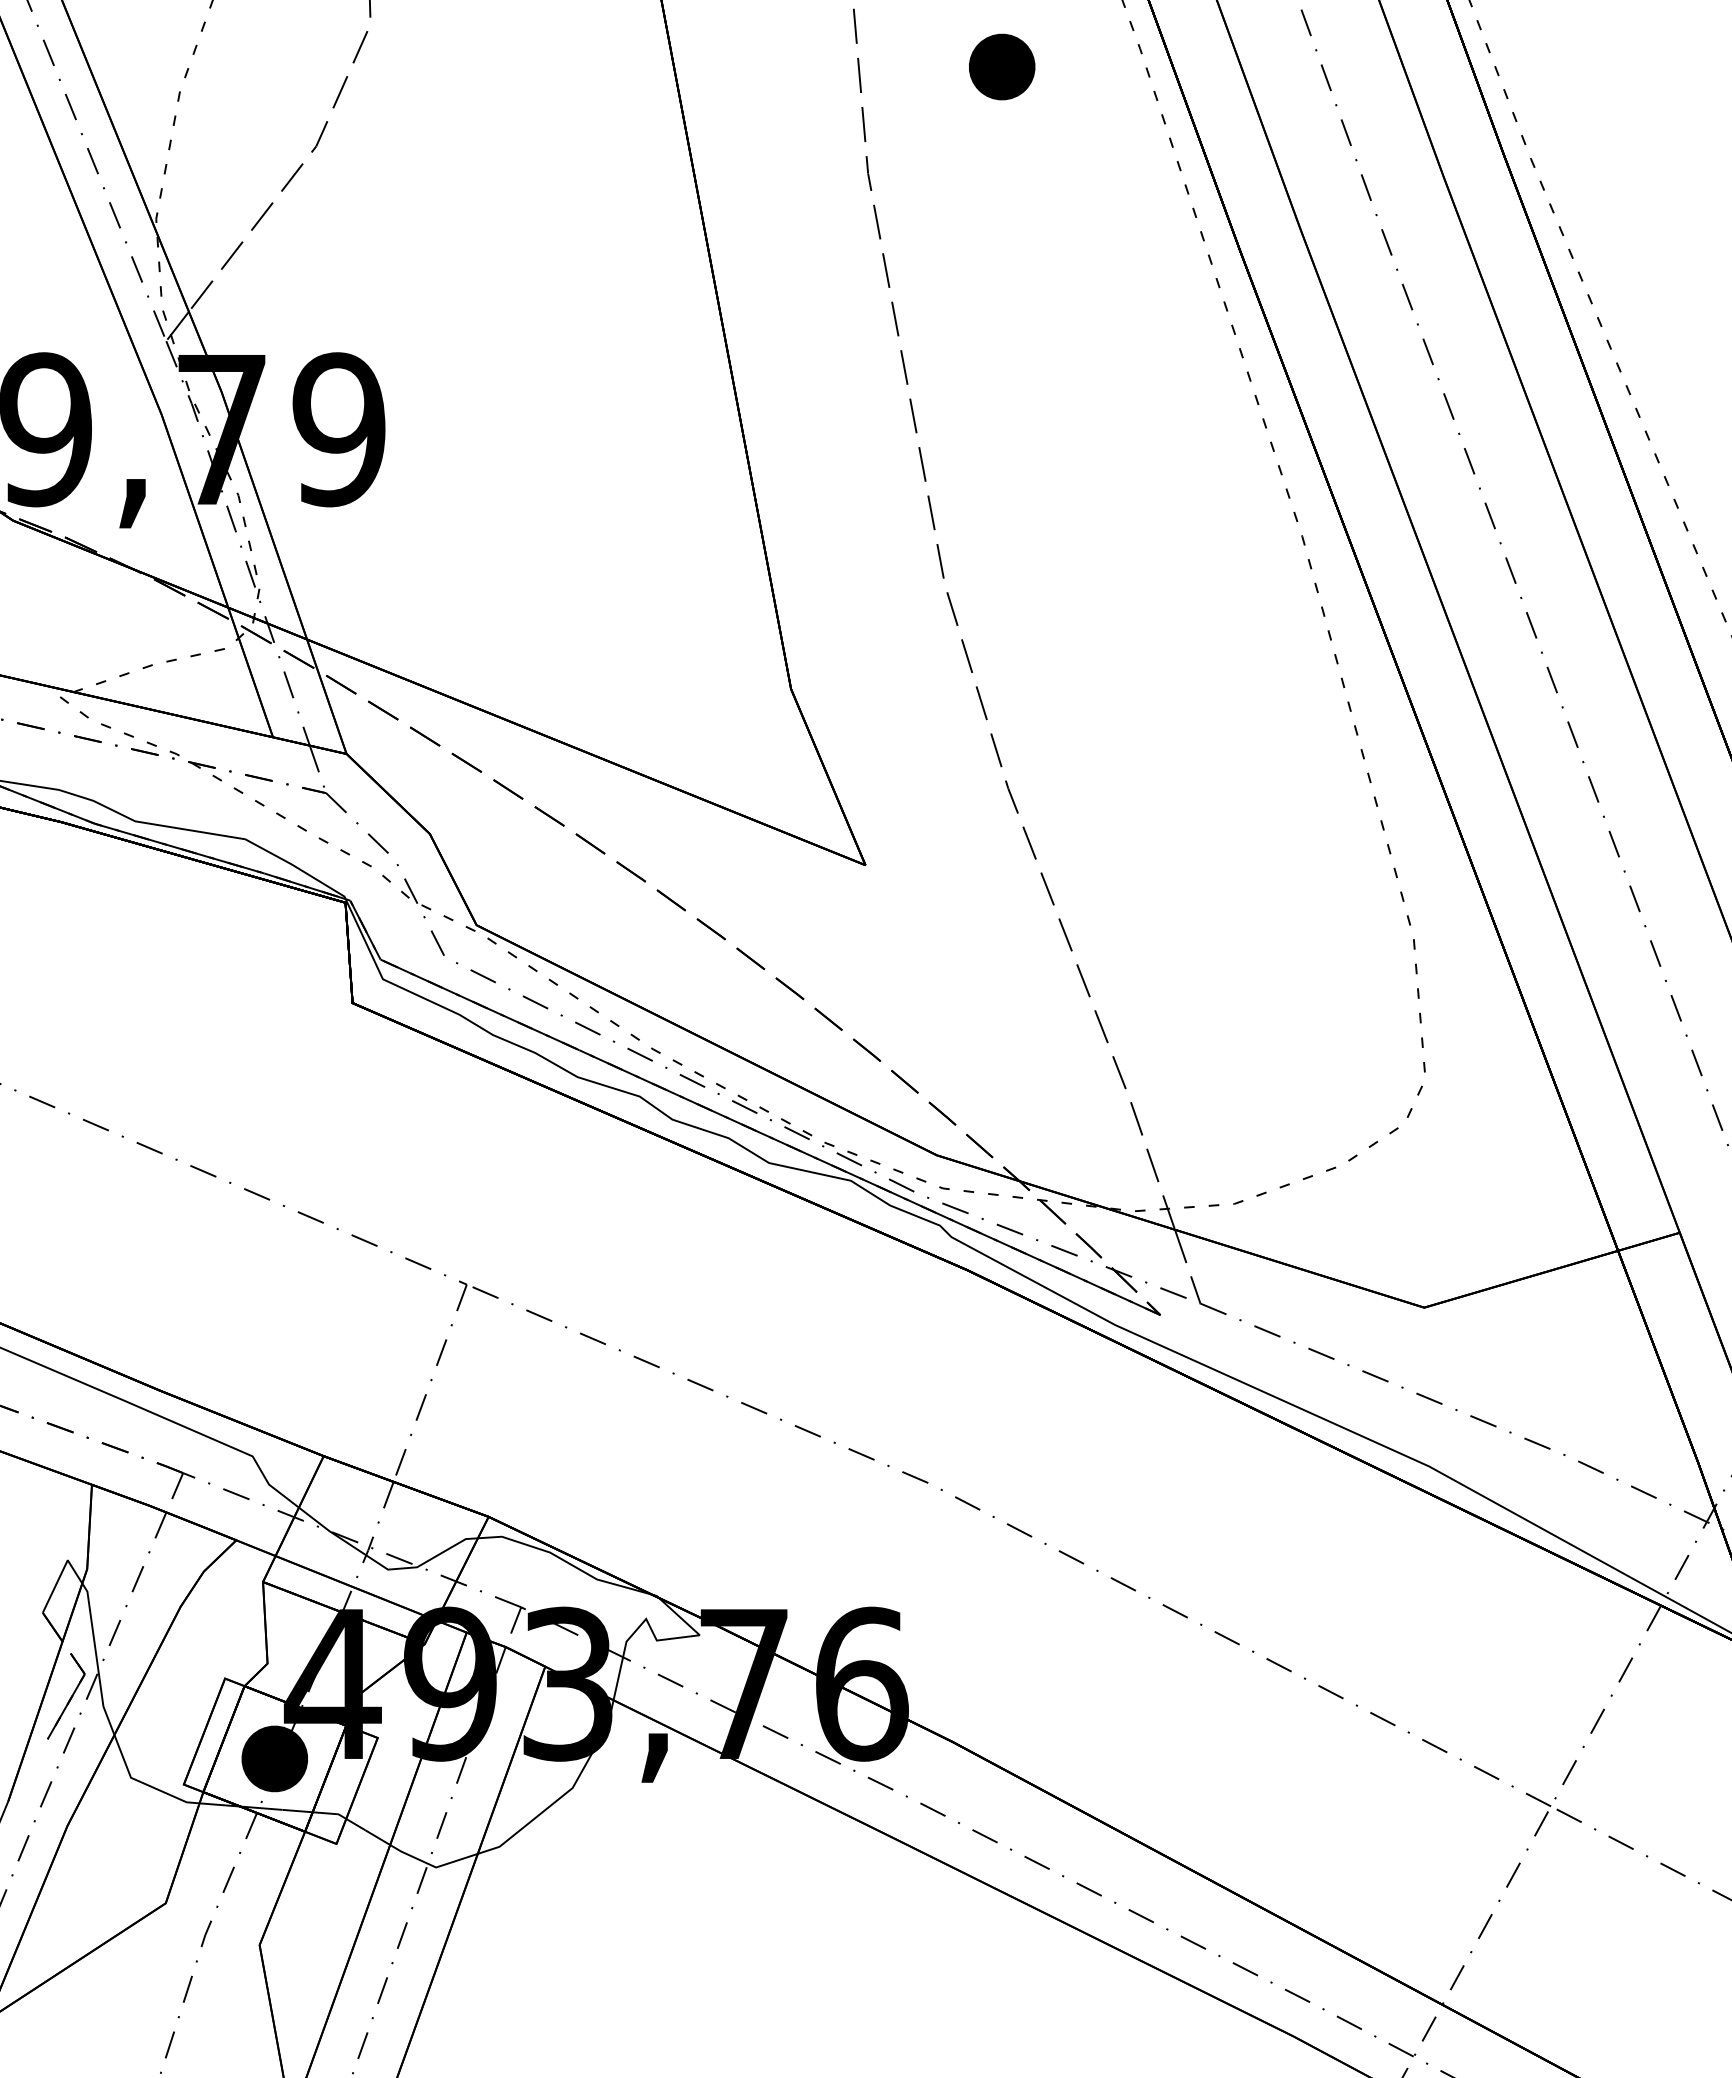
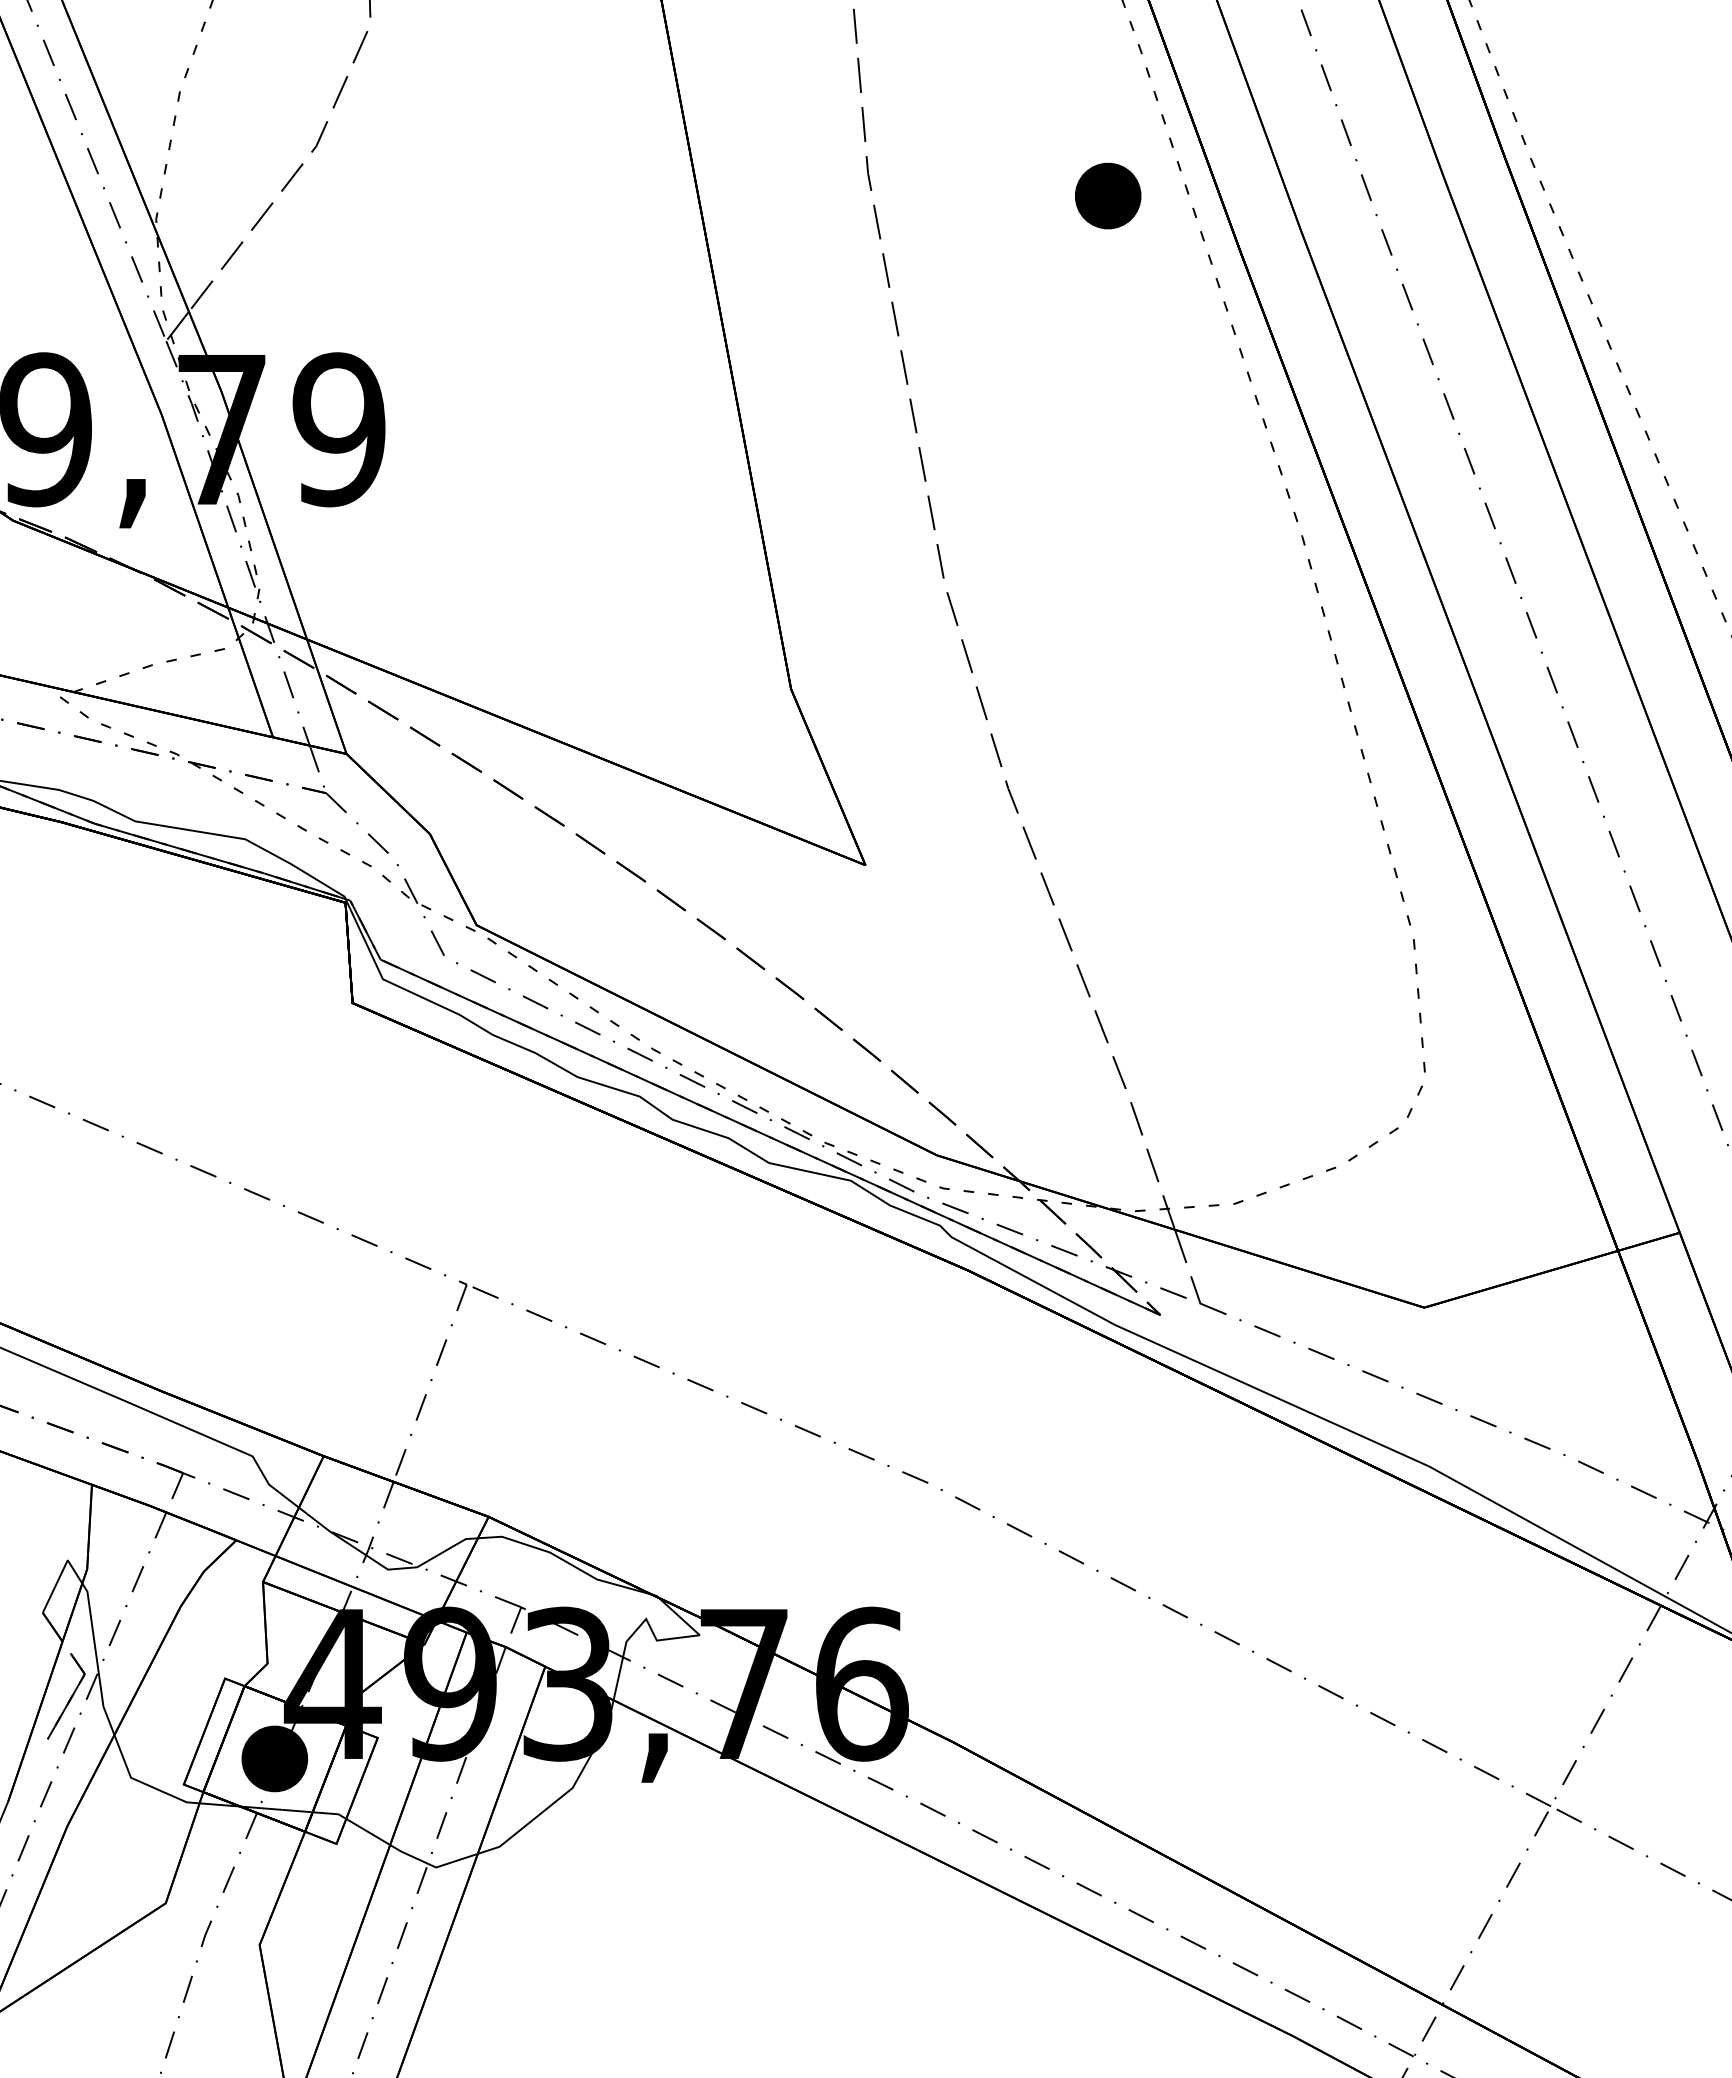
part at (1002, 66) position: (1002, 66) -> (1108, 195)
